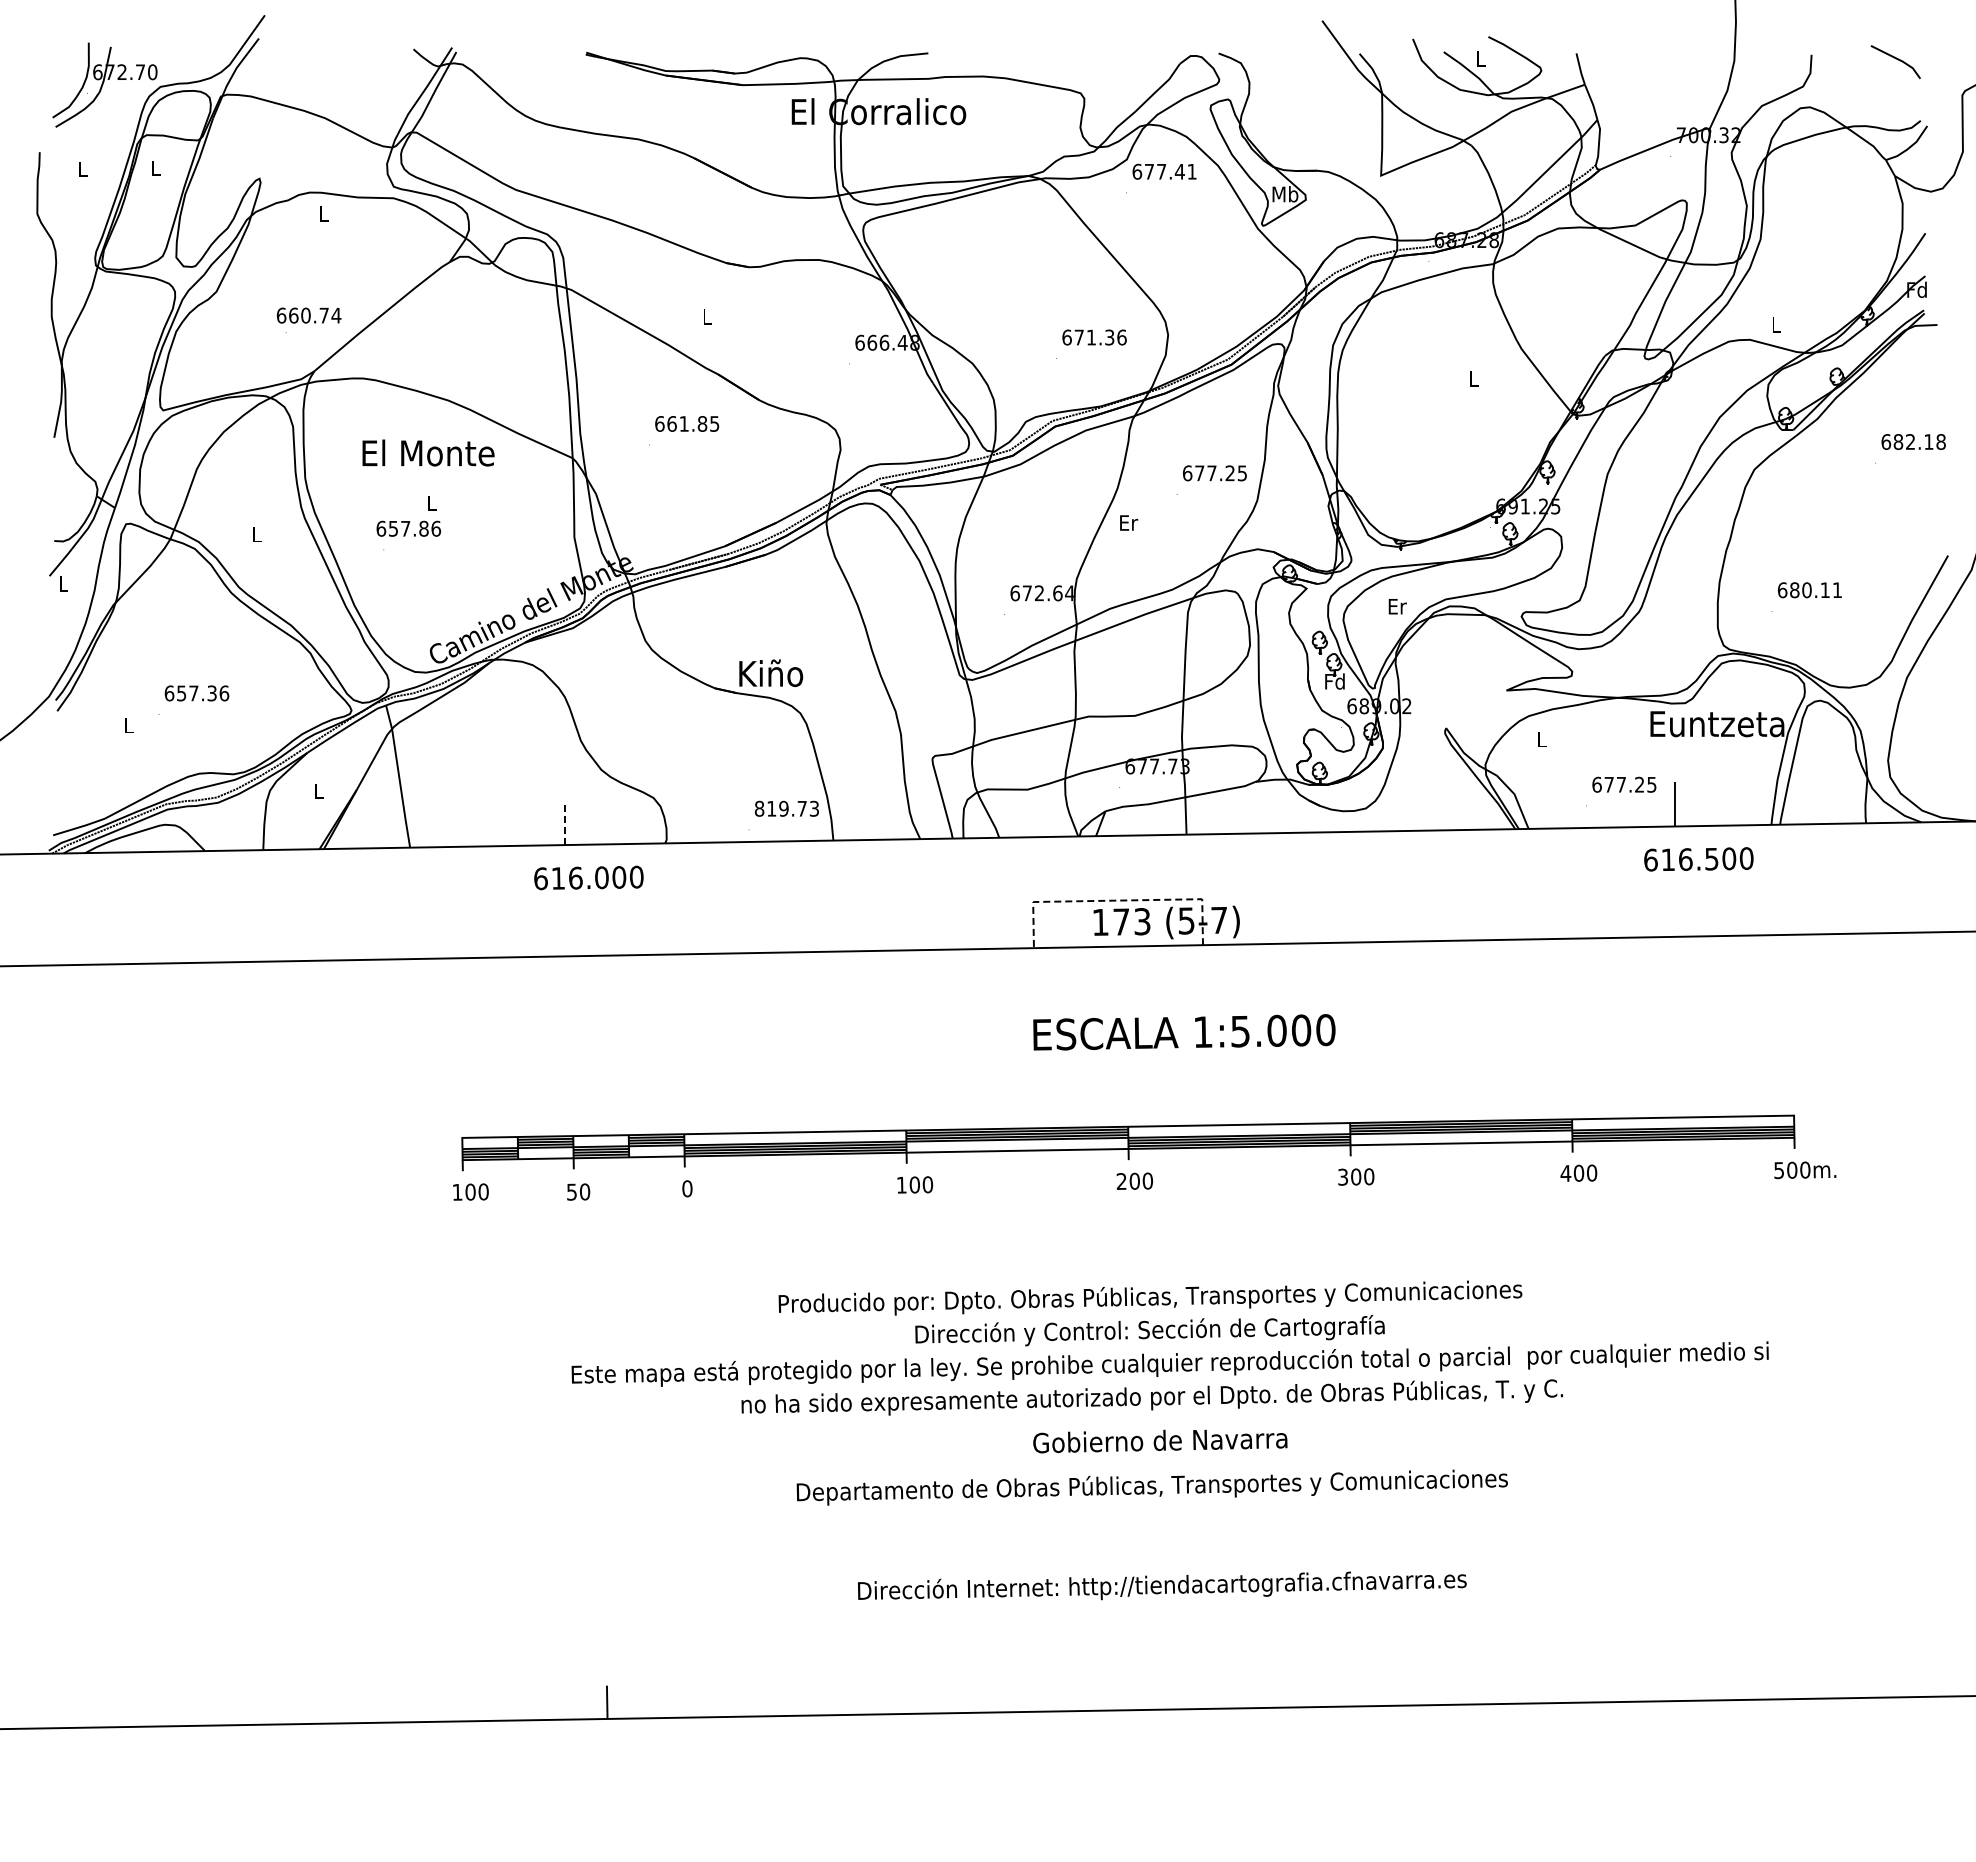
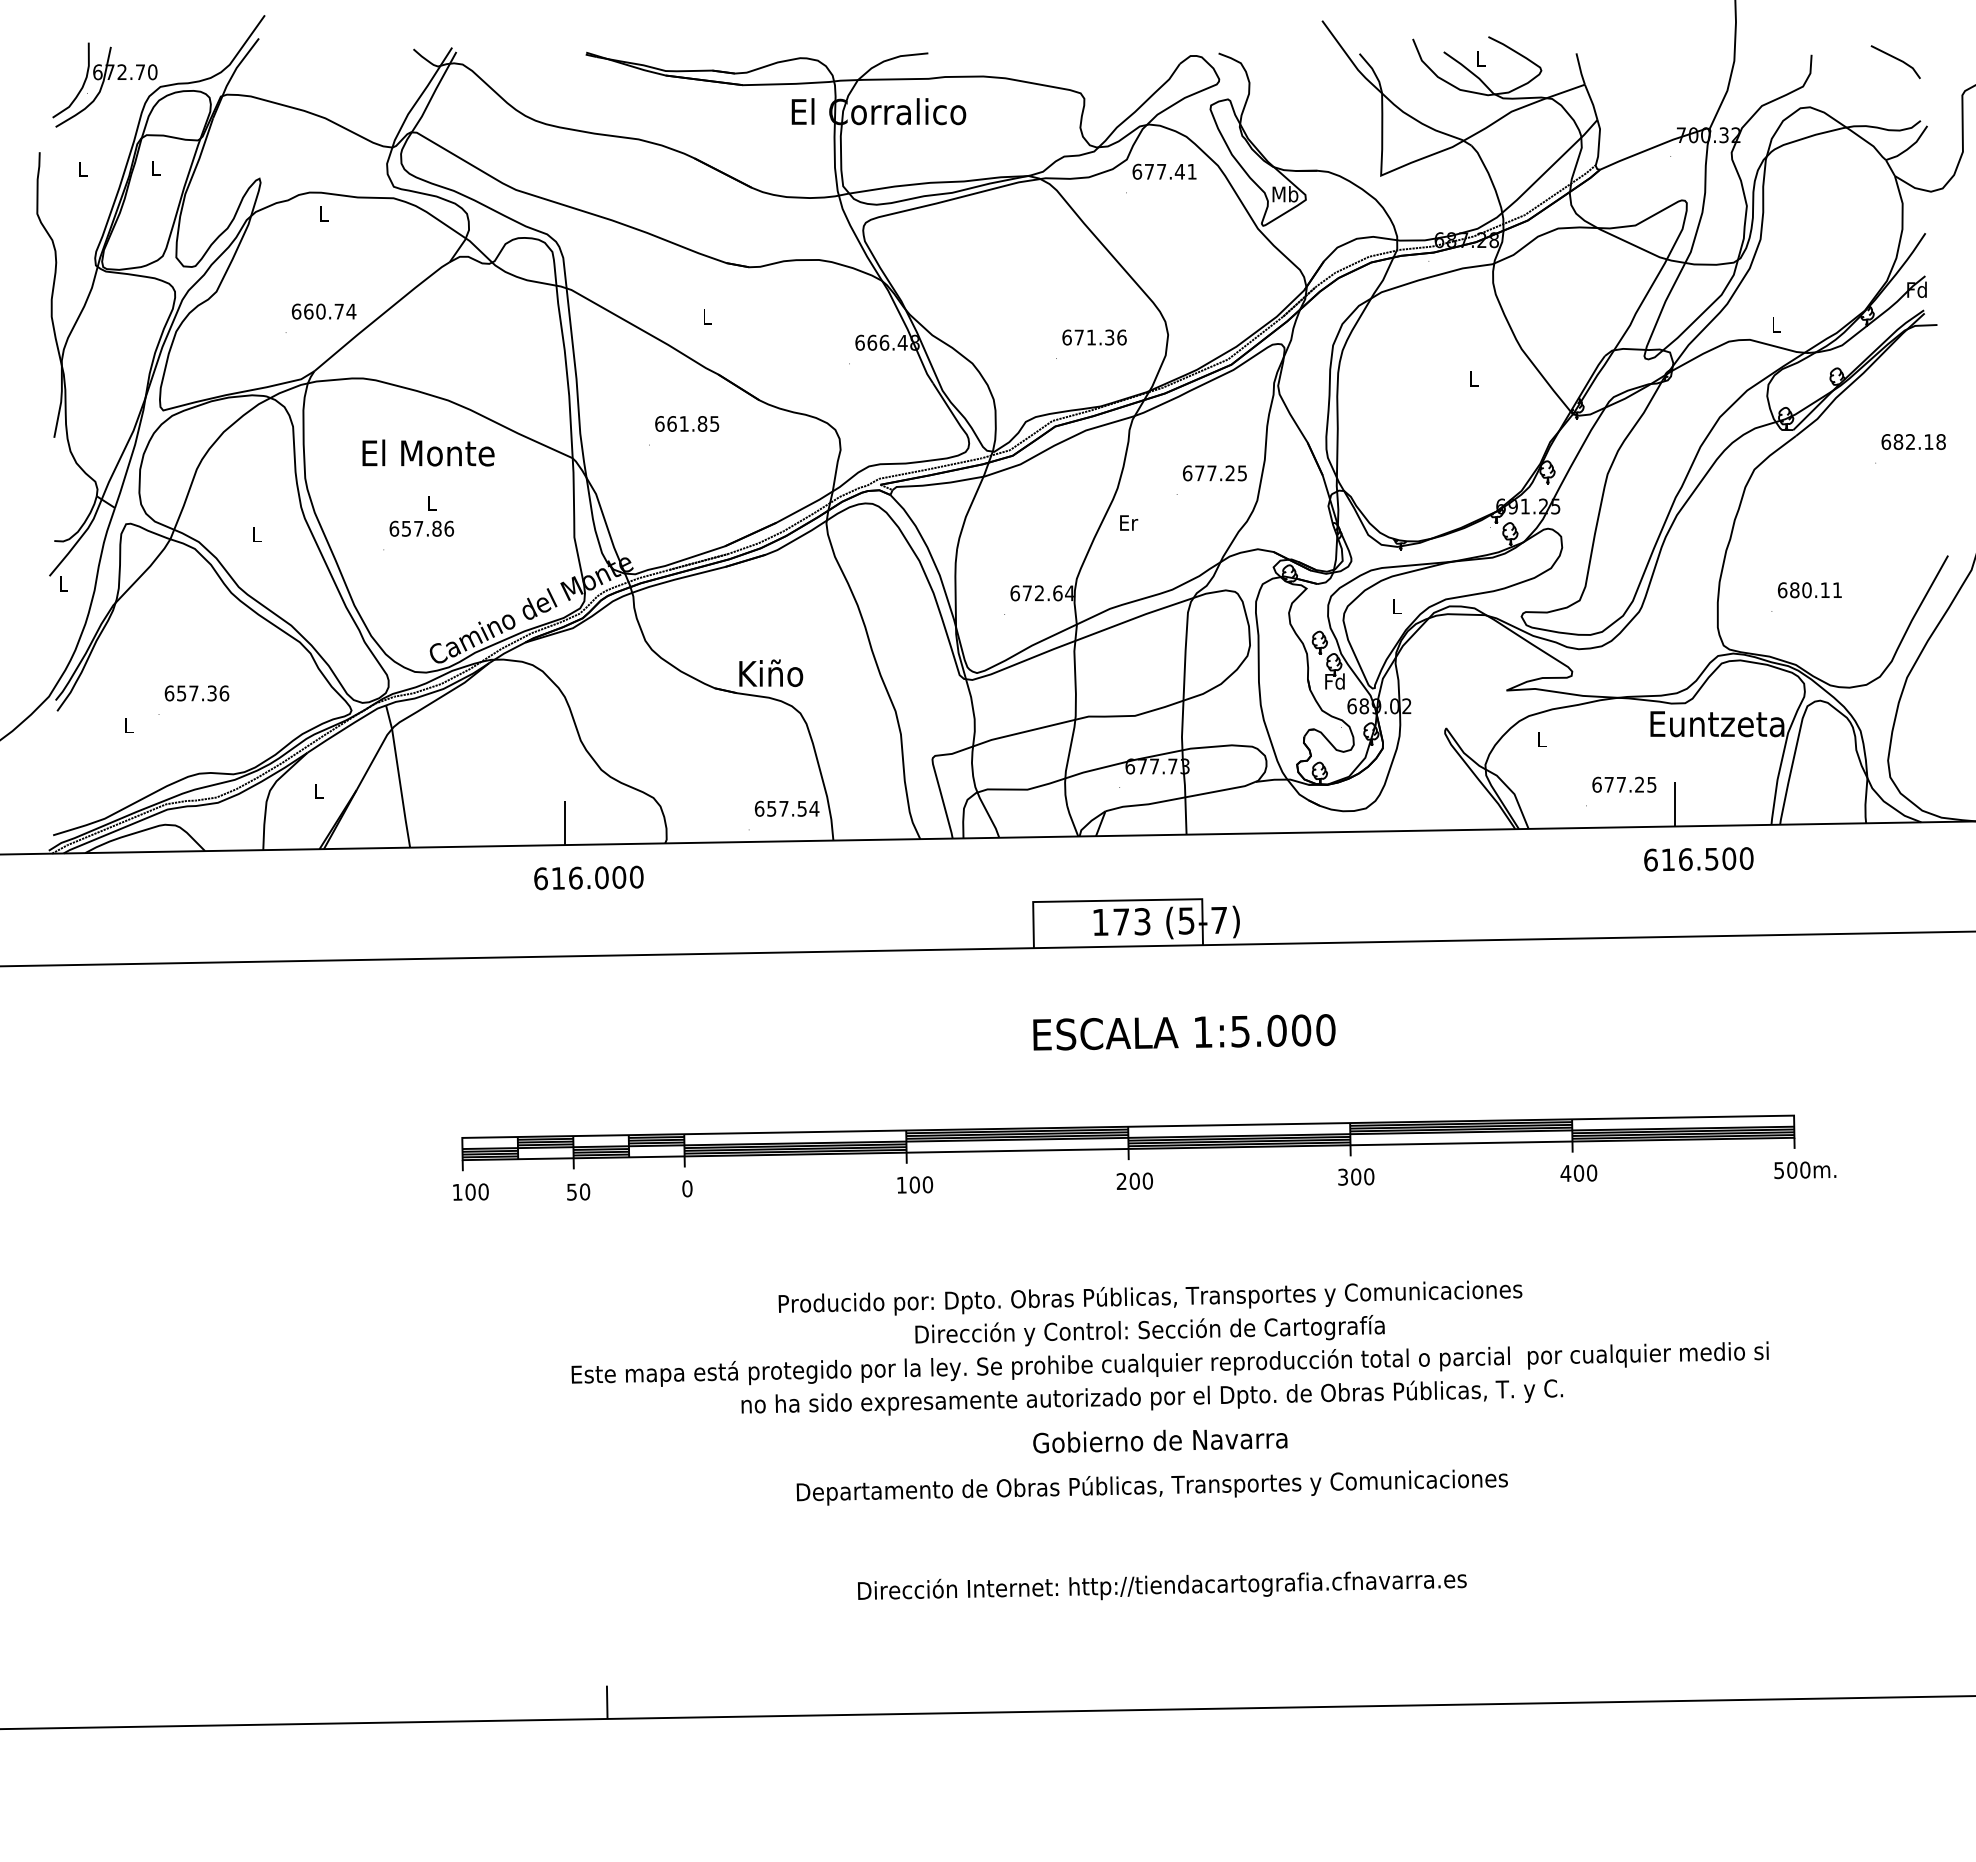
text at (308, 315) position: (308, 315) -> (323, 311)
text at (408, 528) position: (408, 528) -> (421, 528)
text at (1397, 606): Er -> L
text at (786, 808): 819.73 -> 657.54
line at (565, 822): dashed -> solid
line at (1117, 900): dashed -> solid
